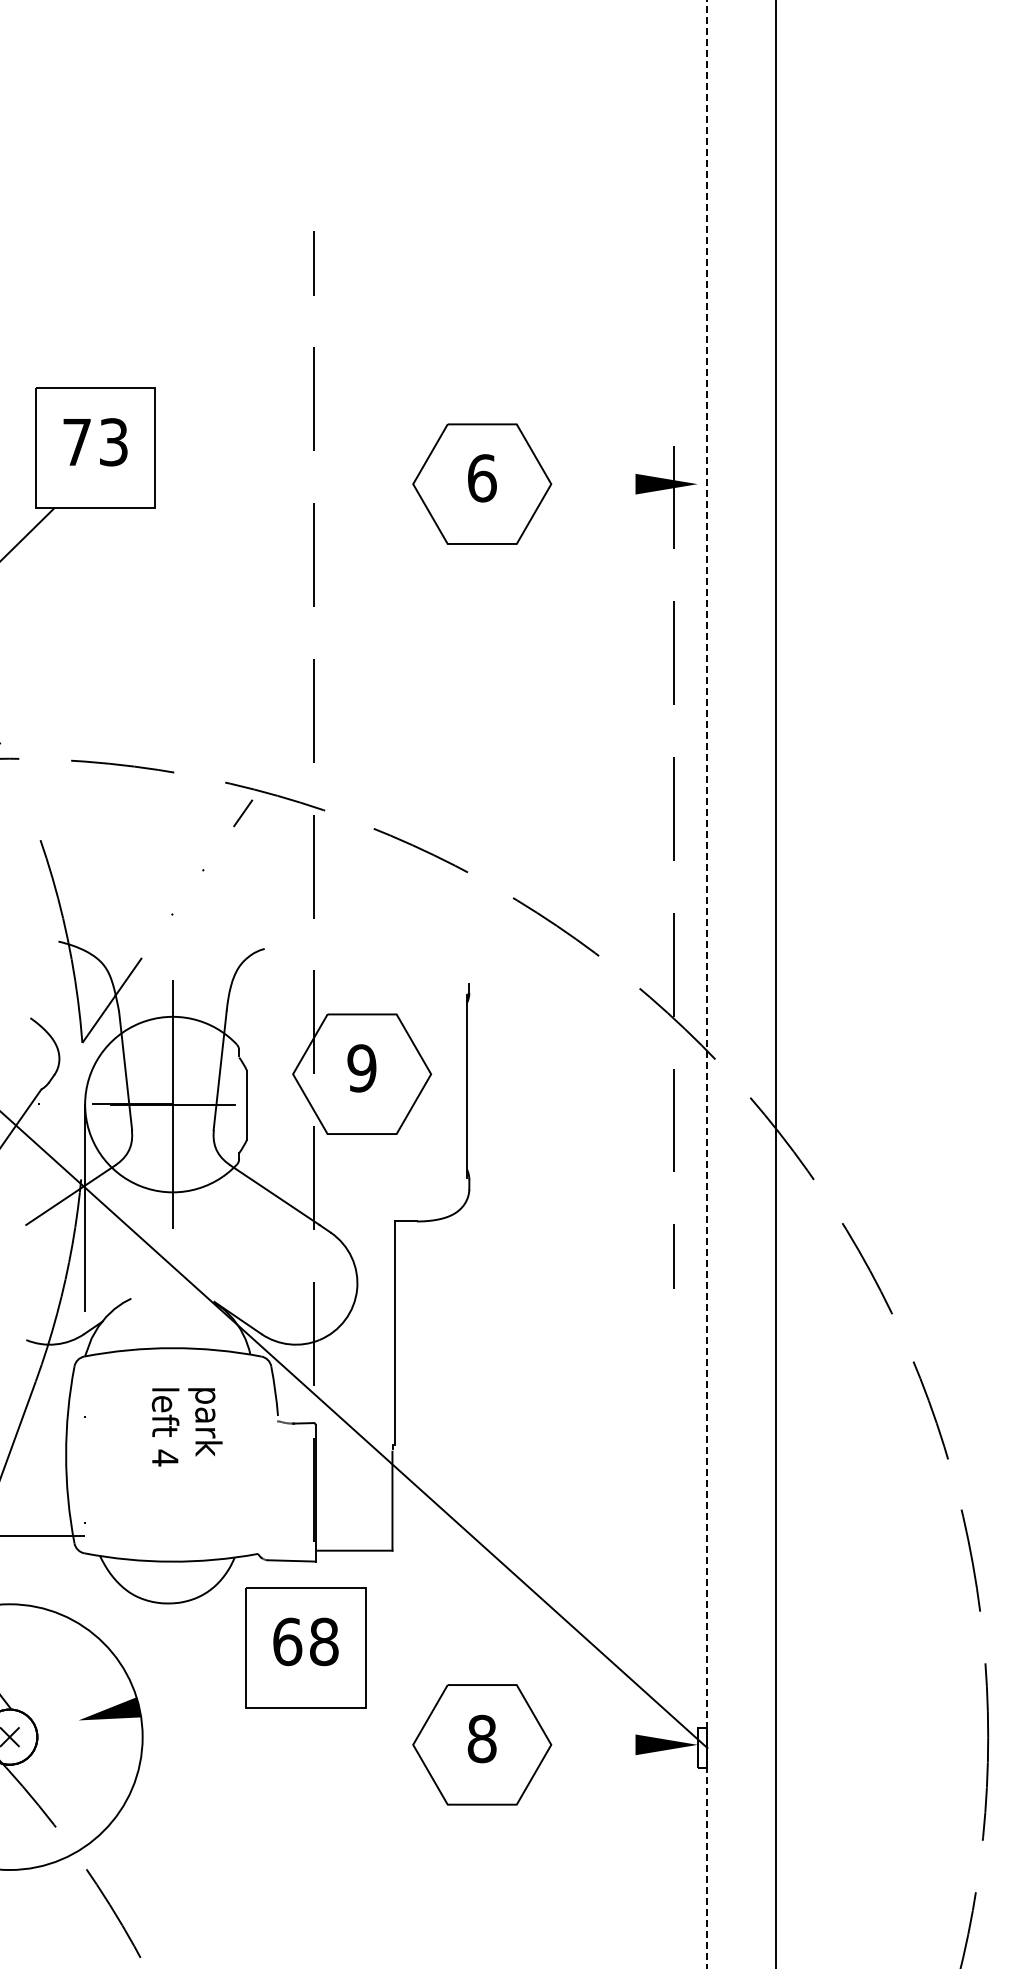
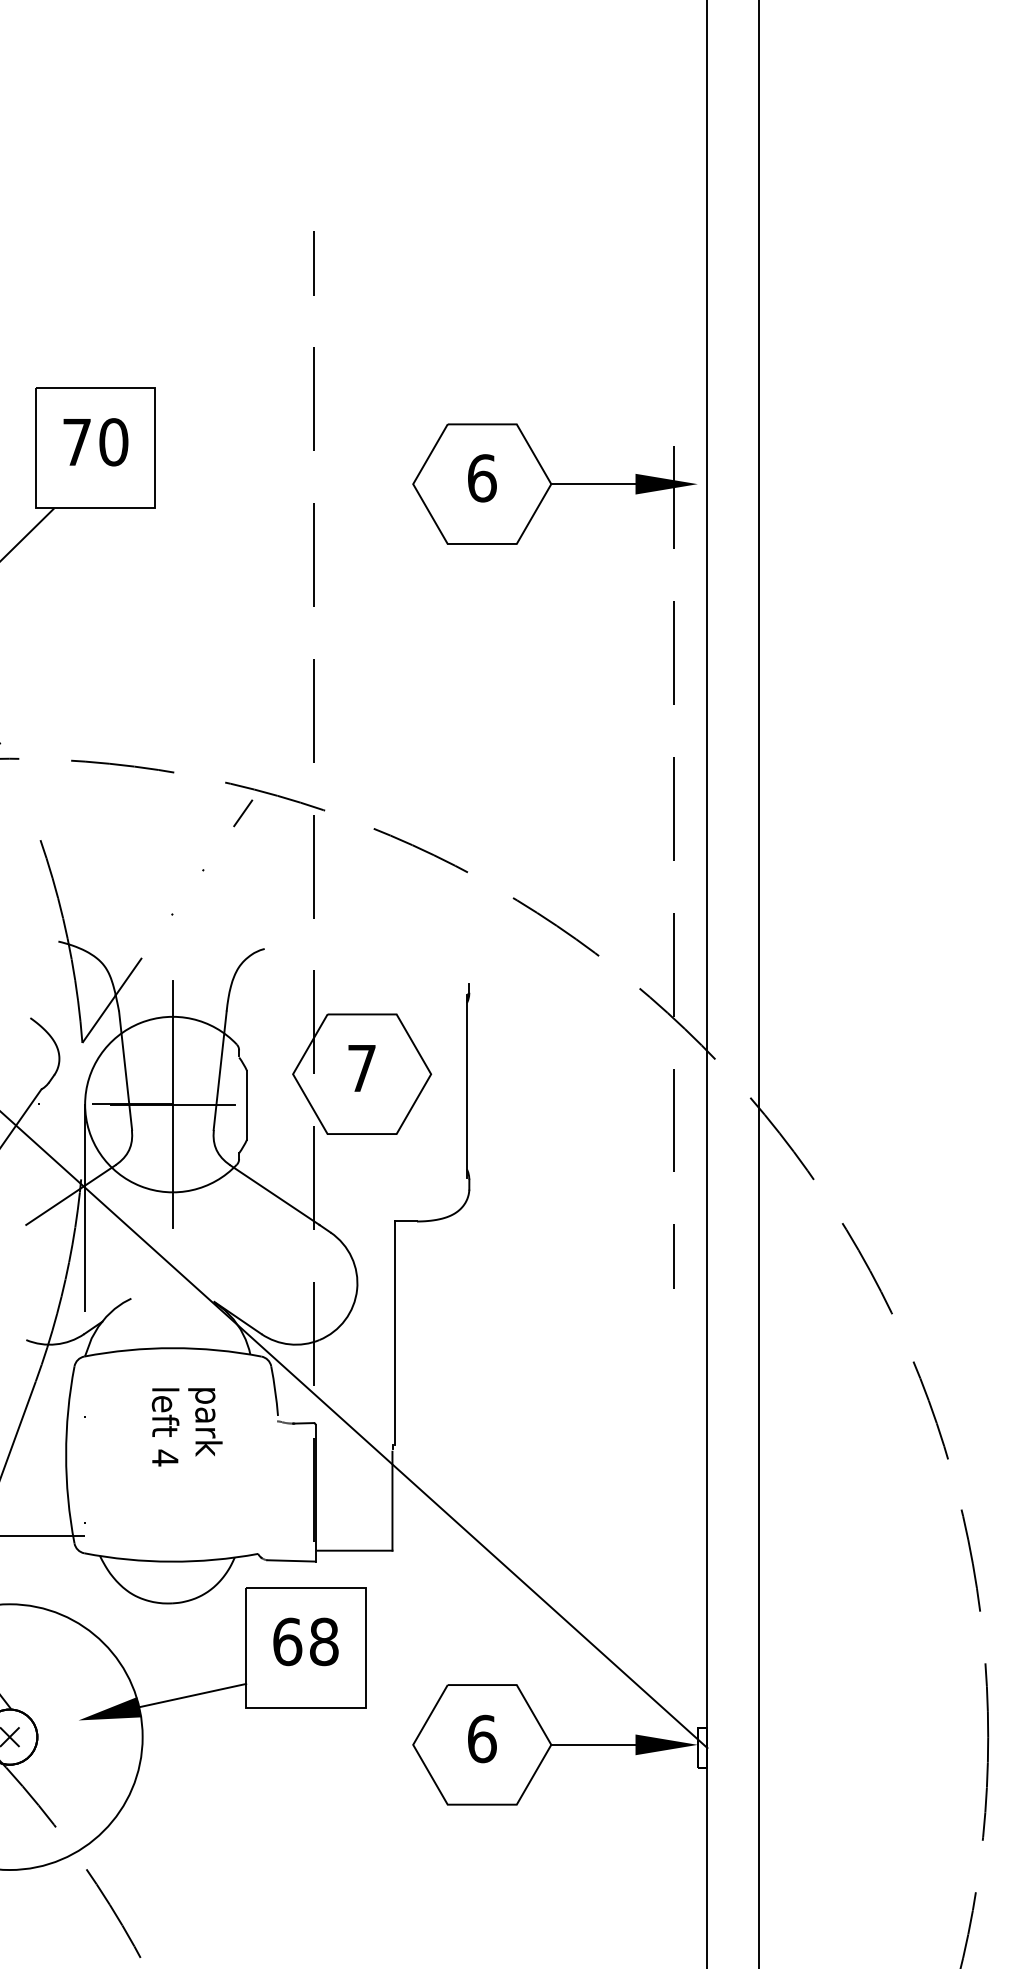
text at (113, 442): 73 -> 70
line at (593, 484): none -> present
line at (775, 983) position: (775, 983) -> (758, 983)
line at (707, 984): dashed -> solid
text at (361, 1068): 9 -> 7
line at (192, 1695): none -> present
text at (481, 1738): 8 -> 6
line at (593, 1744): none -> present
